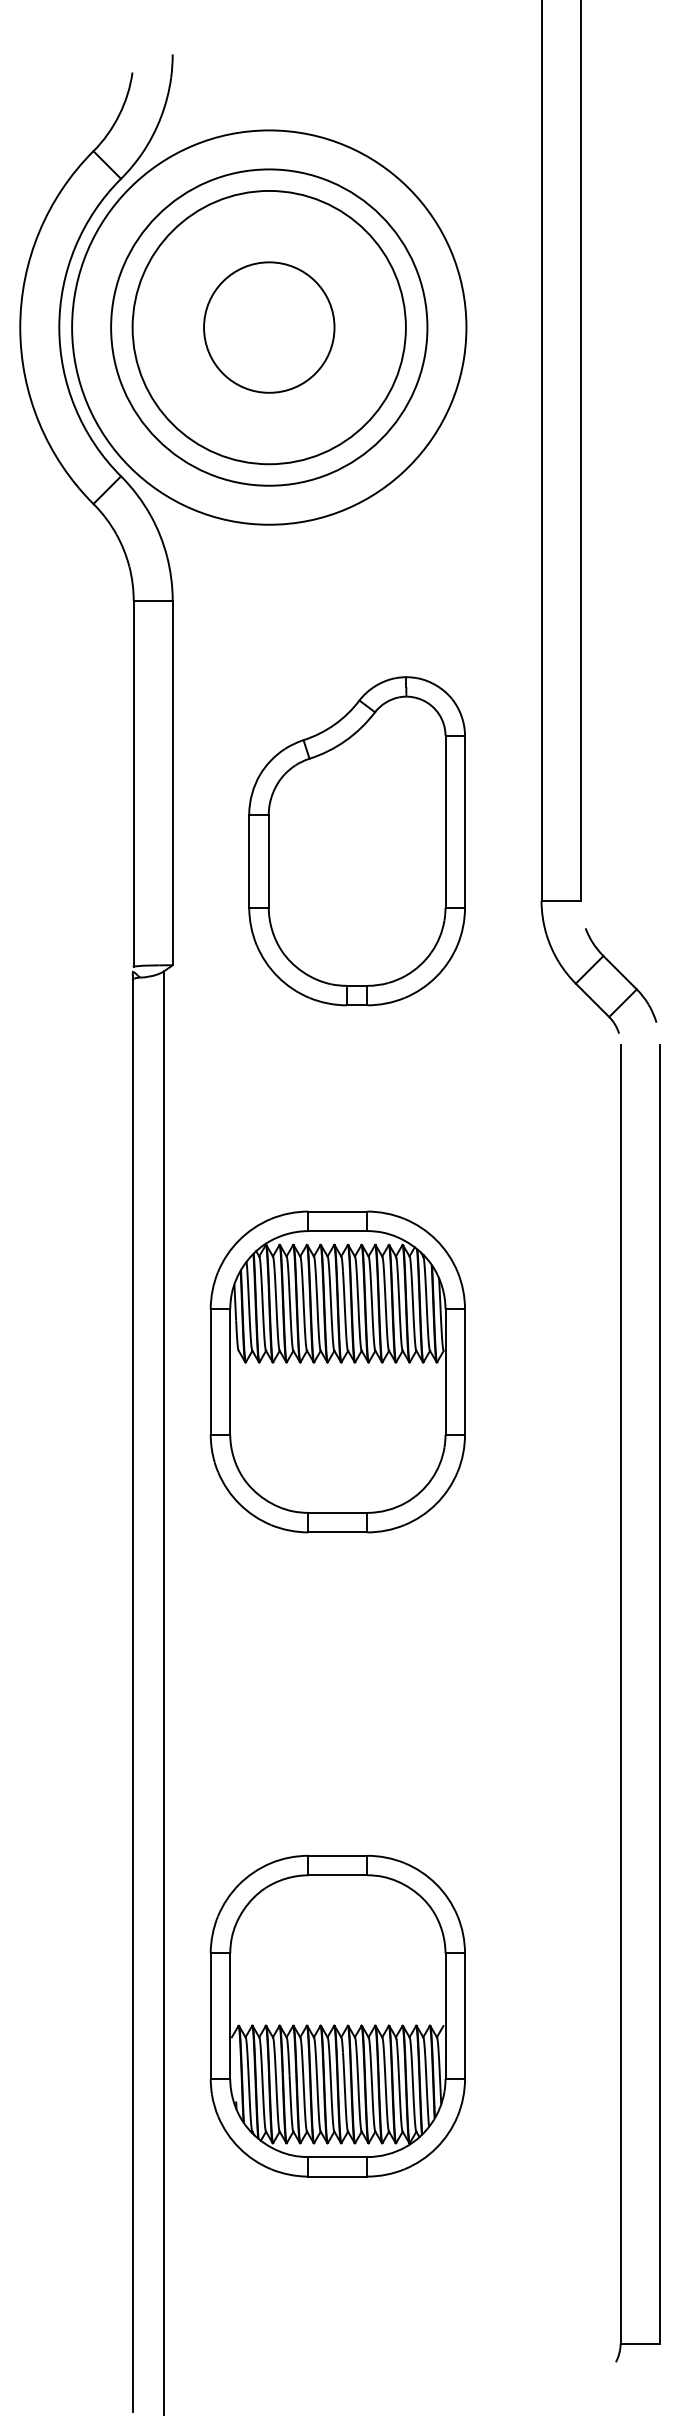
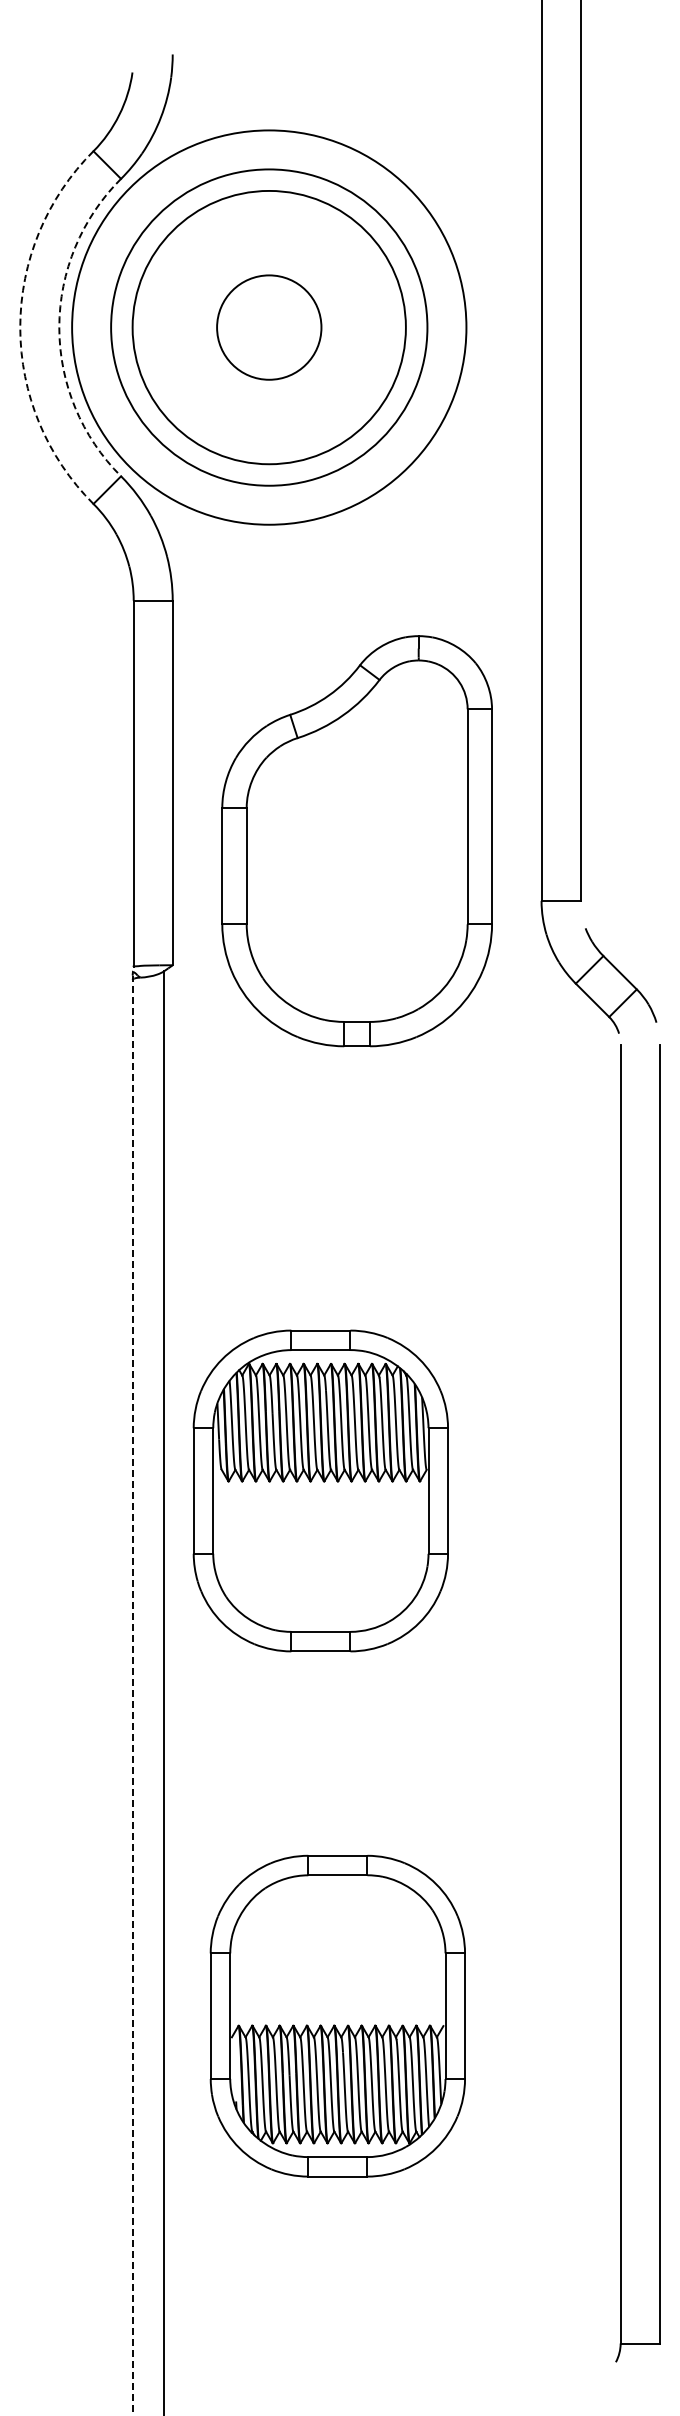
arc at (20, 327): solid -> dashed
arc at (59, 327): solid -> dashed
circle at (269, 327) diameter: 130 px -> 104 px
part at (356, 841) size: 218x331 px -> 272x413 px
part at (337, 1371) position: (337, 1371) -> (320, 1490)
line at (132, 1693): solid -> dashed
